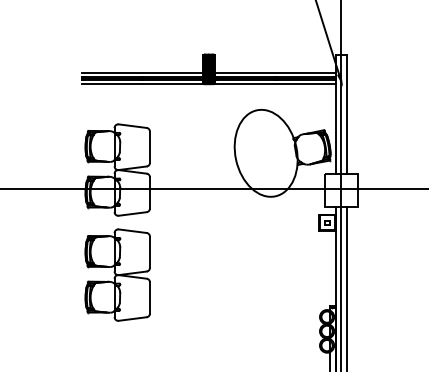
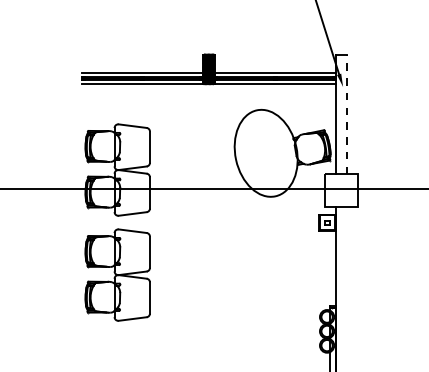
line at (347, 114): solid -> dashed
line at (341, 185): present -> none
line at (347, 287): present -> none
